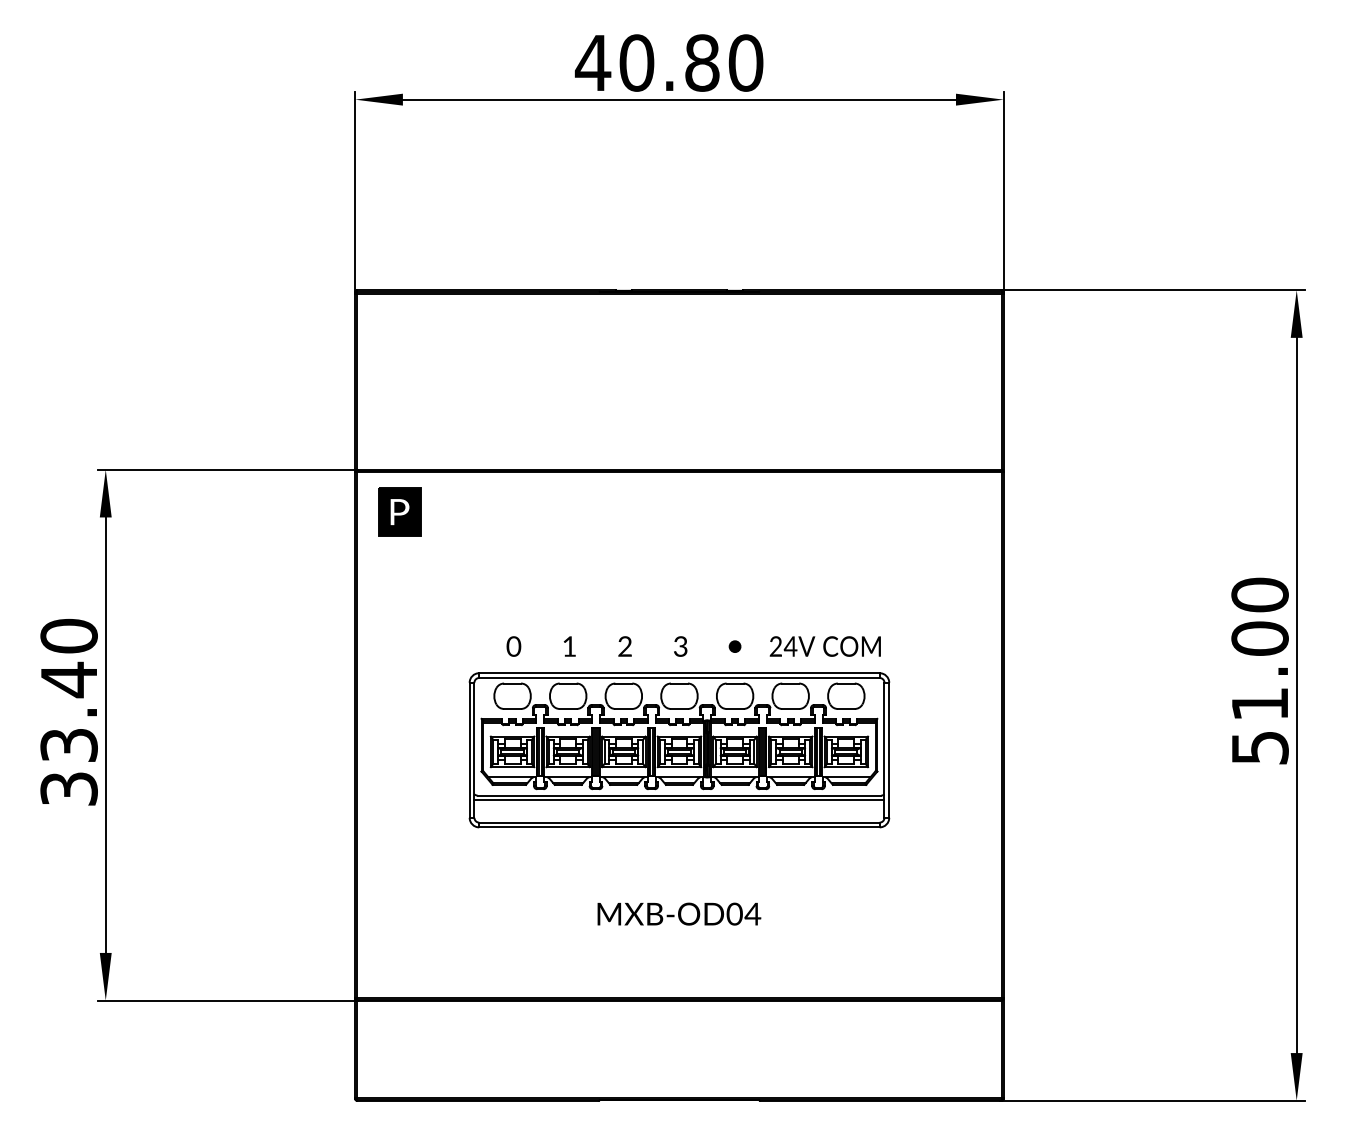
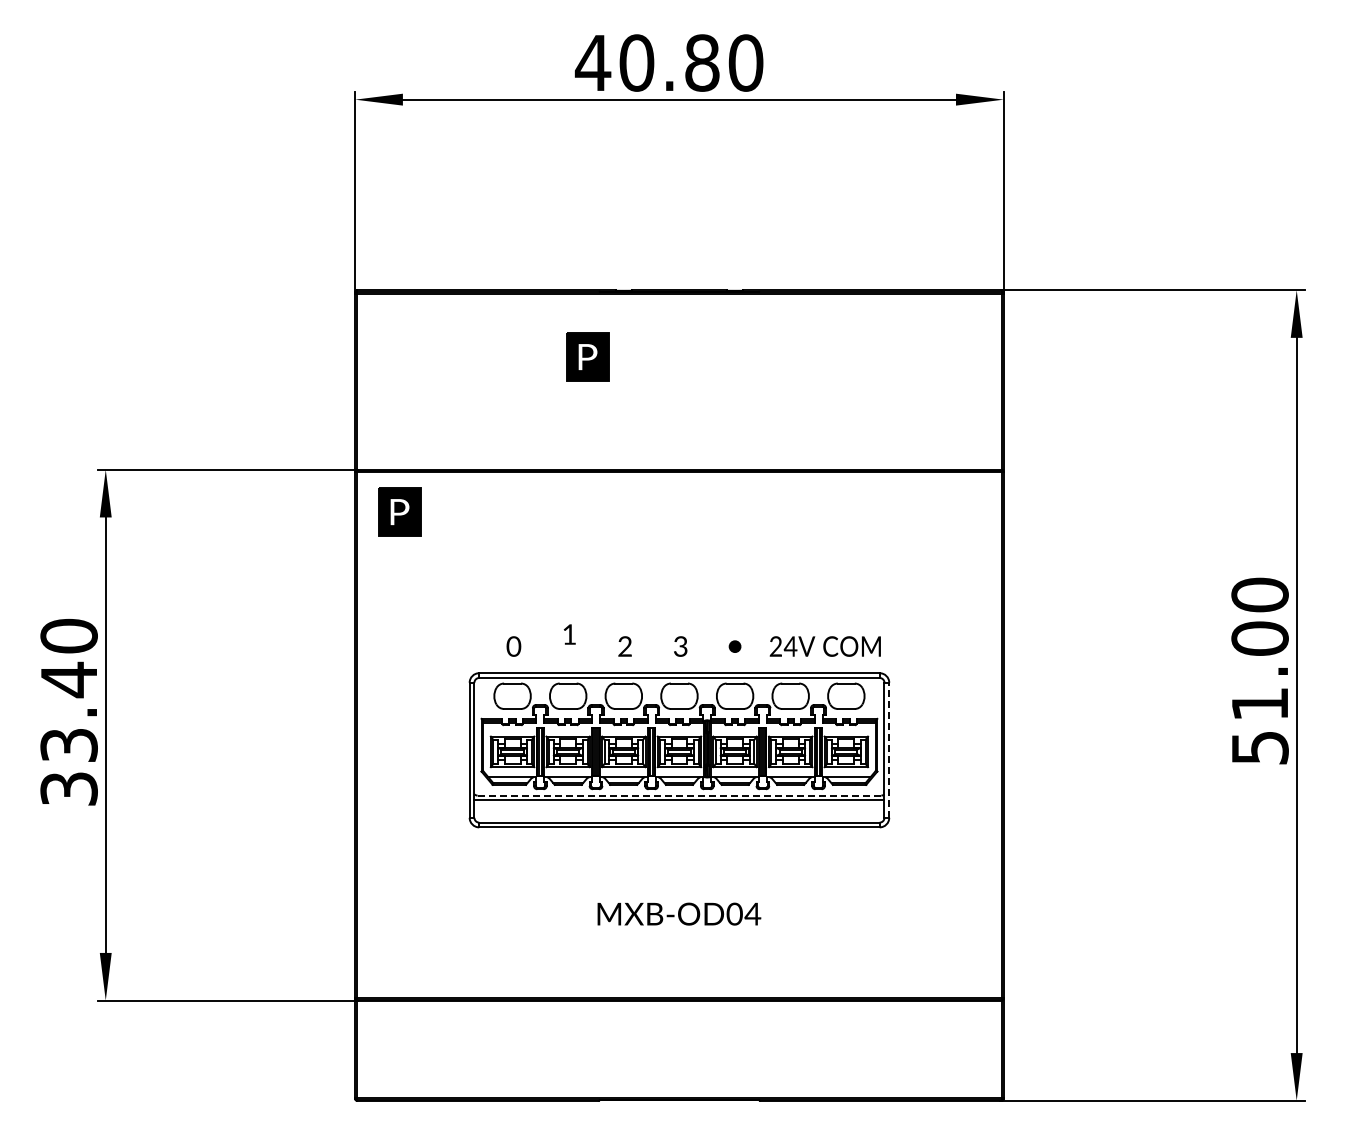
part at (587, 356): none -> present
text at (569, 646) position: (569, 646) -> (569, 634)
line at (889, 750): solid -> dashed
line at (679, 795): solid -> dashed
